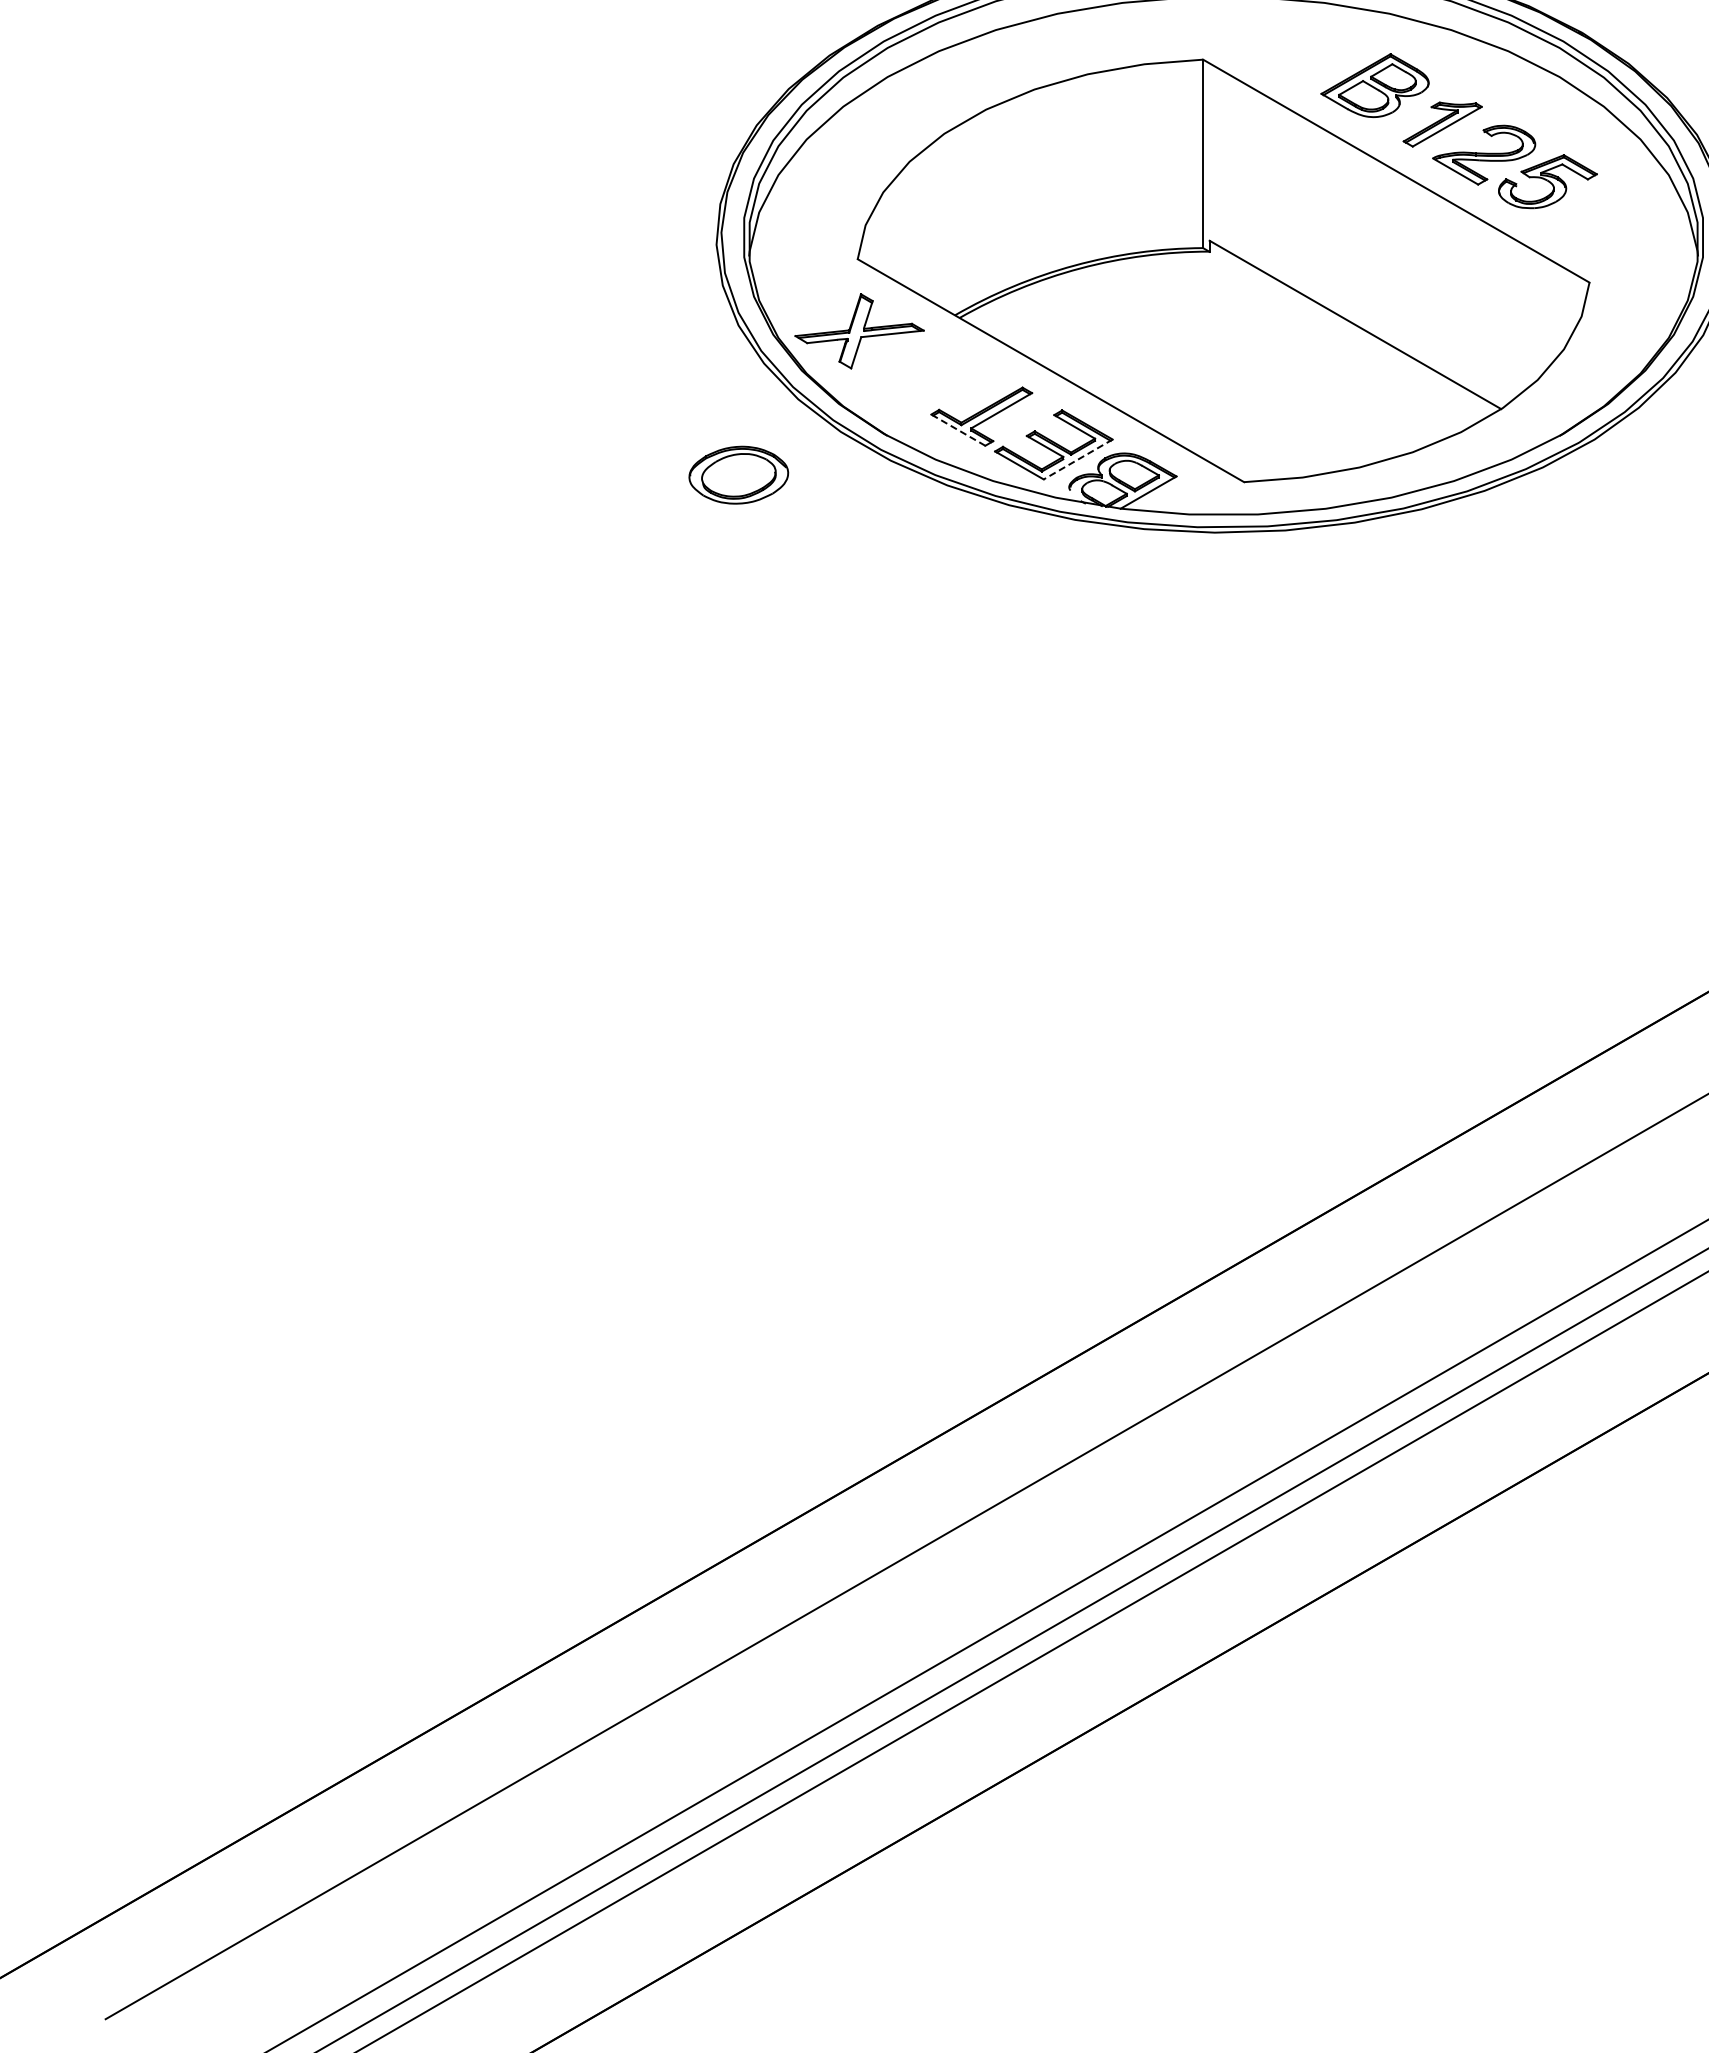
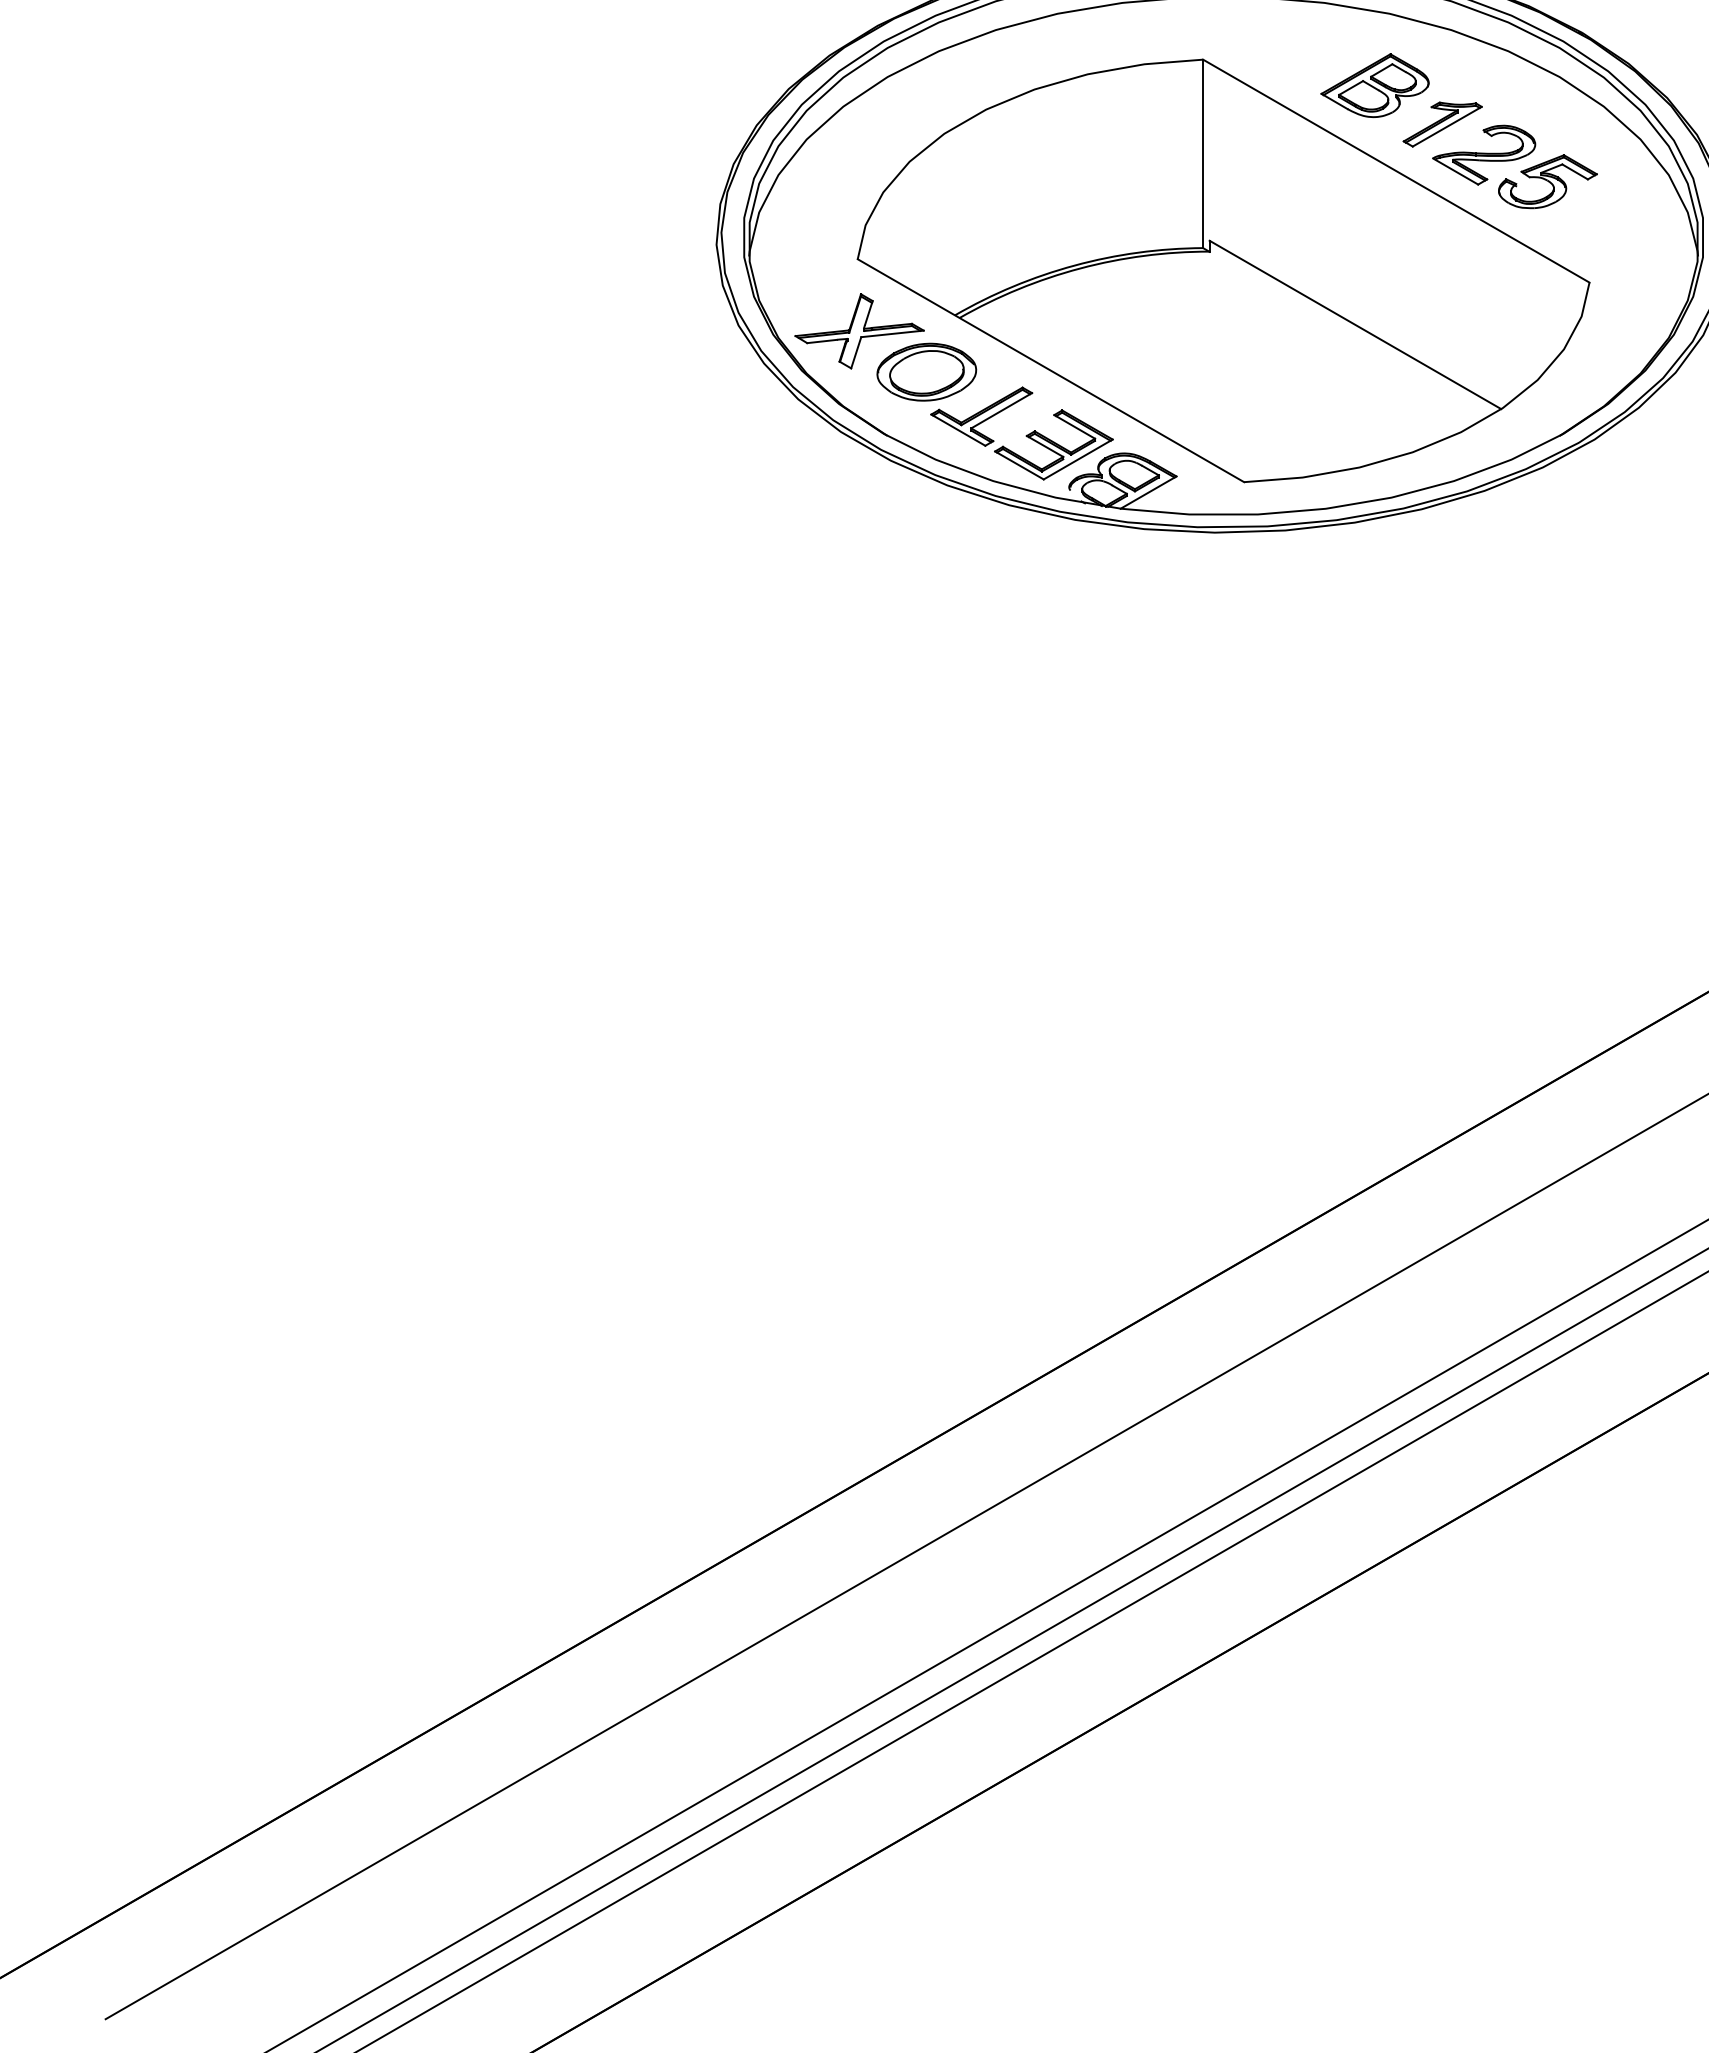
line at (957, 429): dashed -> solid
line at (1078, 459): dashed -> solid
part at (738, 474) position: (738, 474) -> (926, 371)
